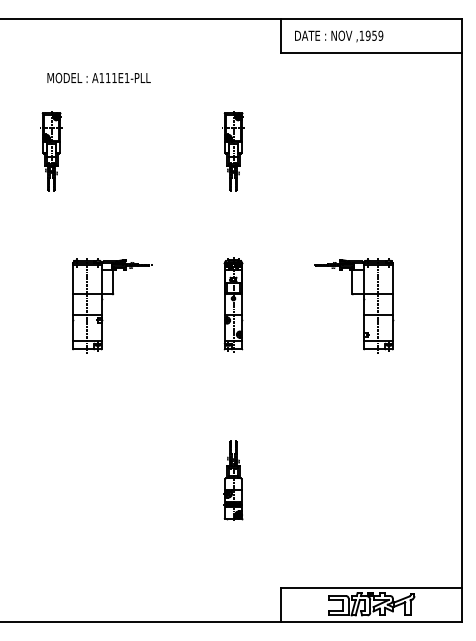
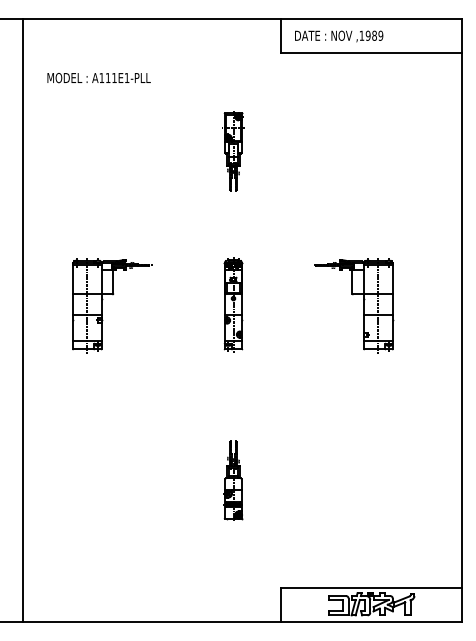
text at (374, 35): ,1959 -> ,1989
part at (51, 151): present -> none
line at (22, 320): none -> present
